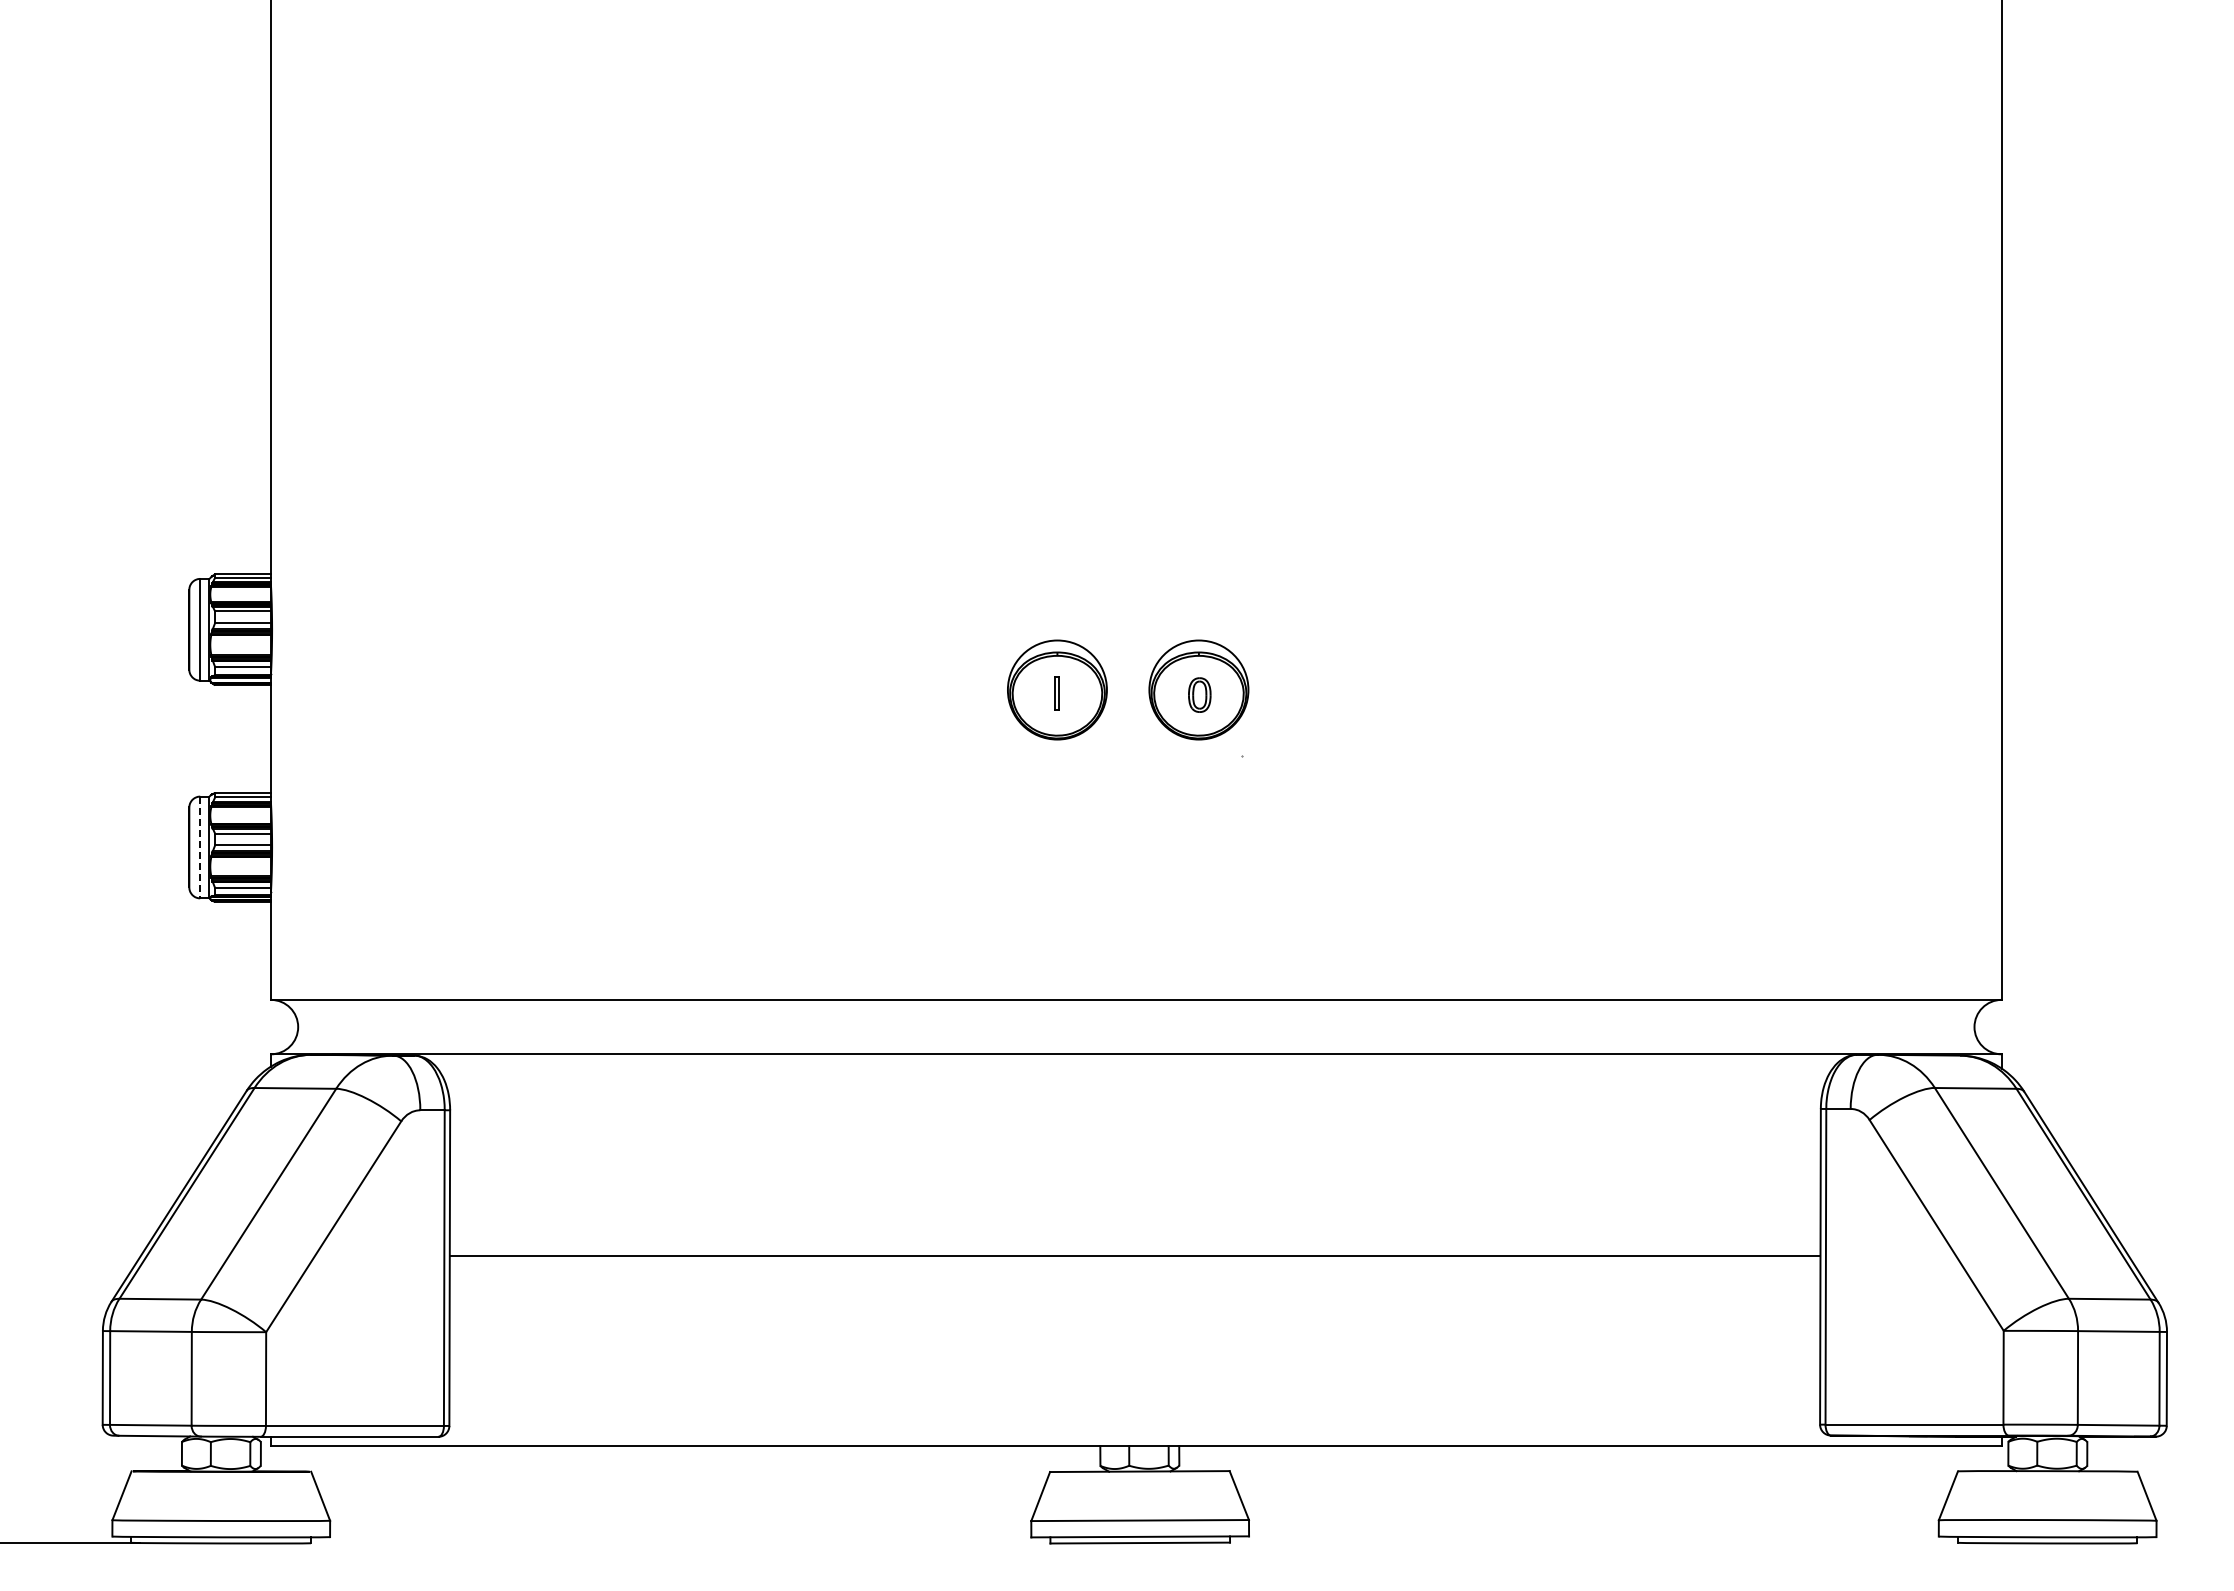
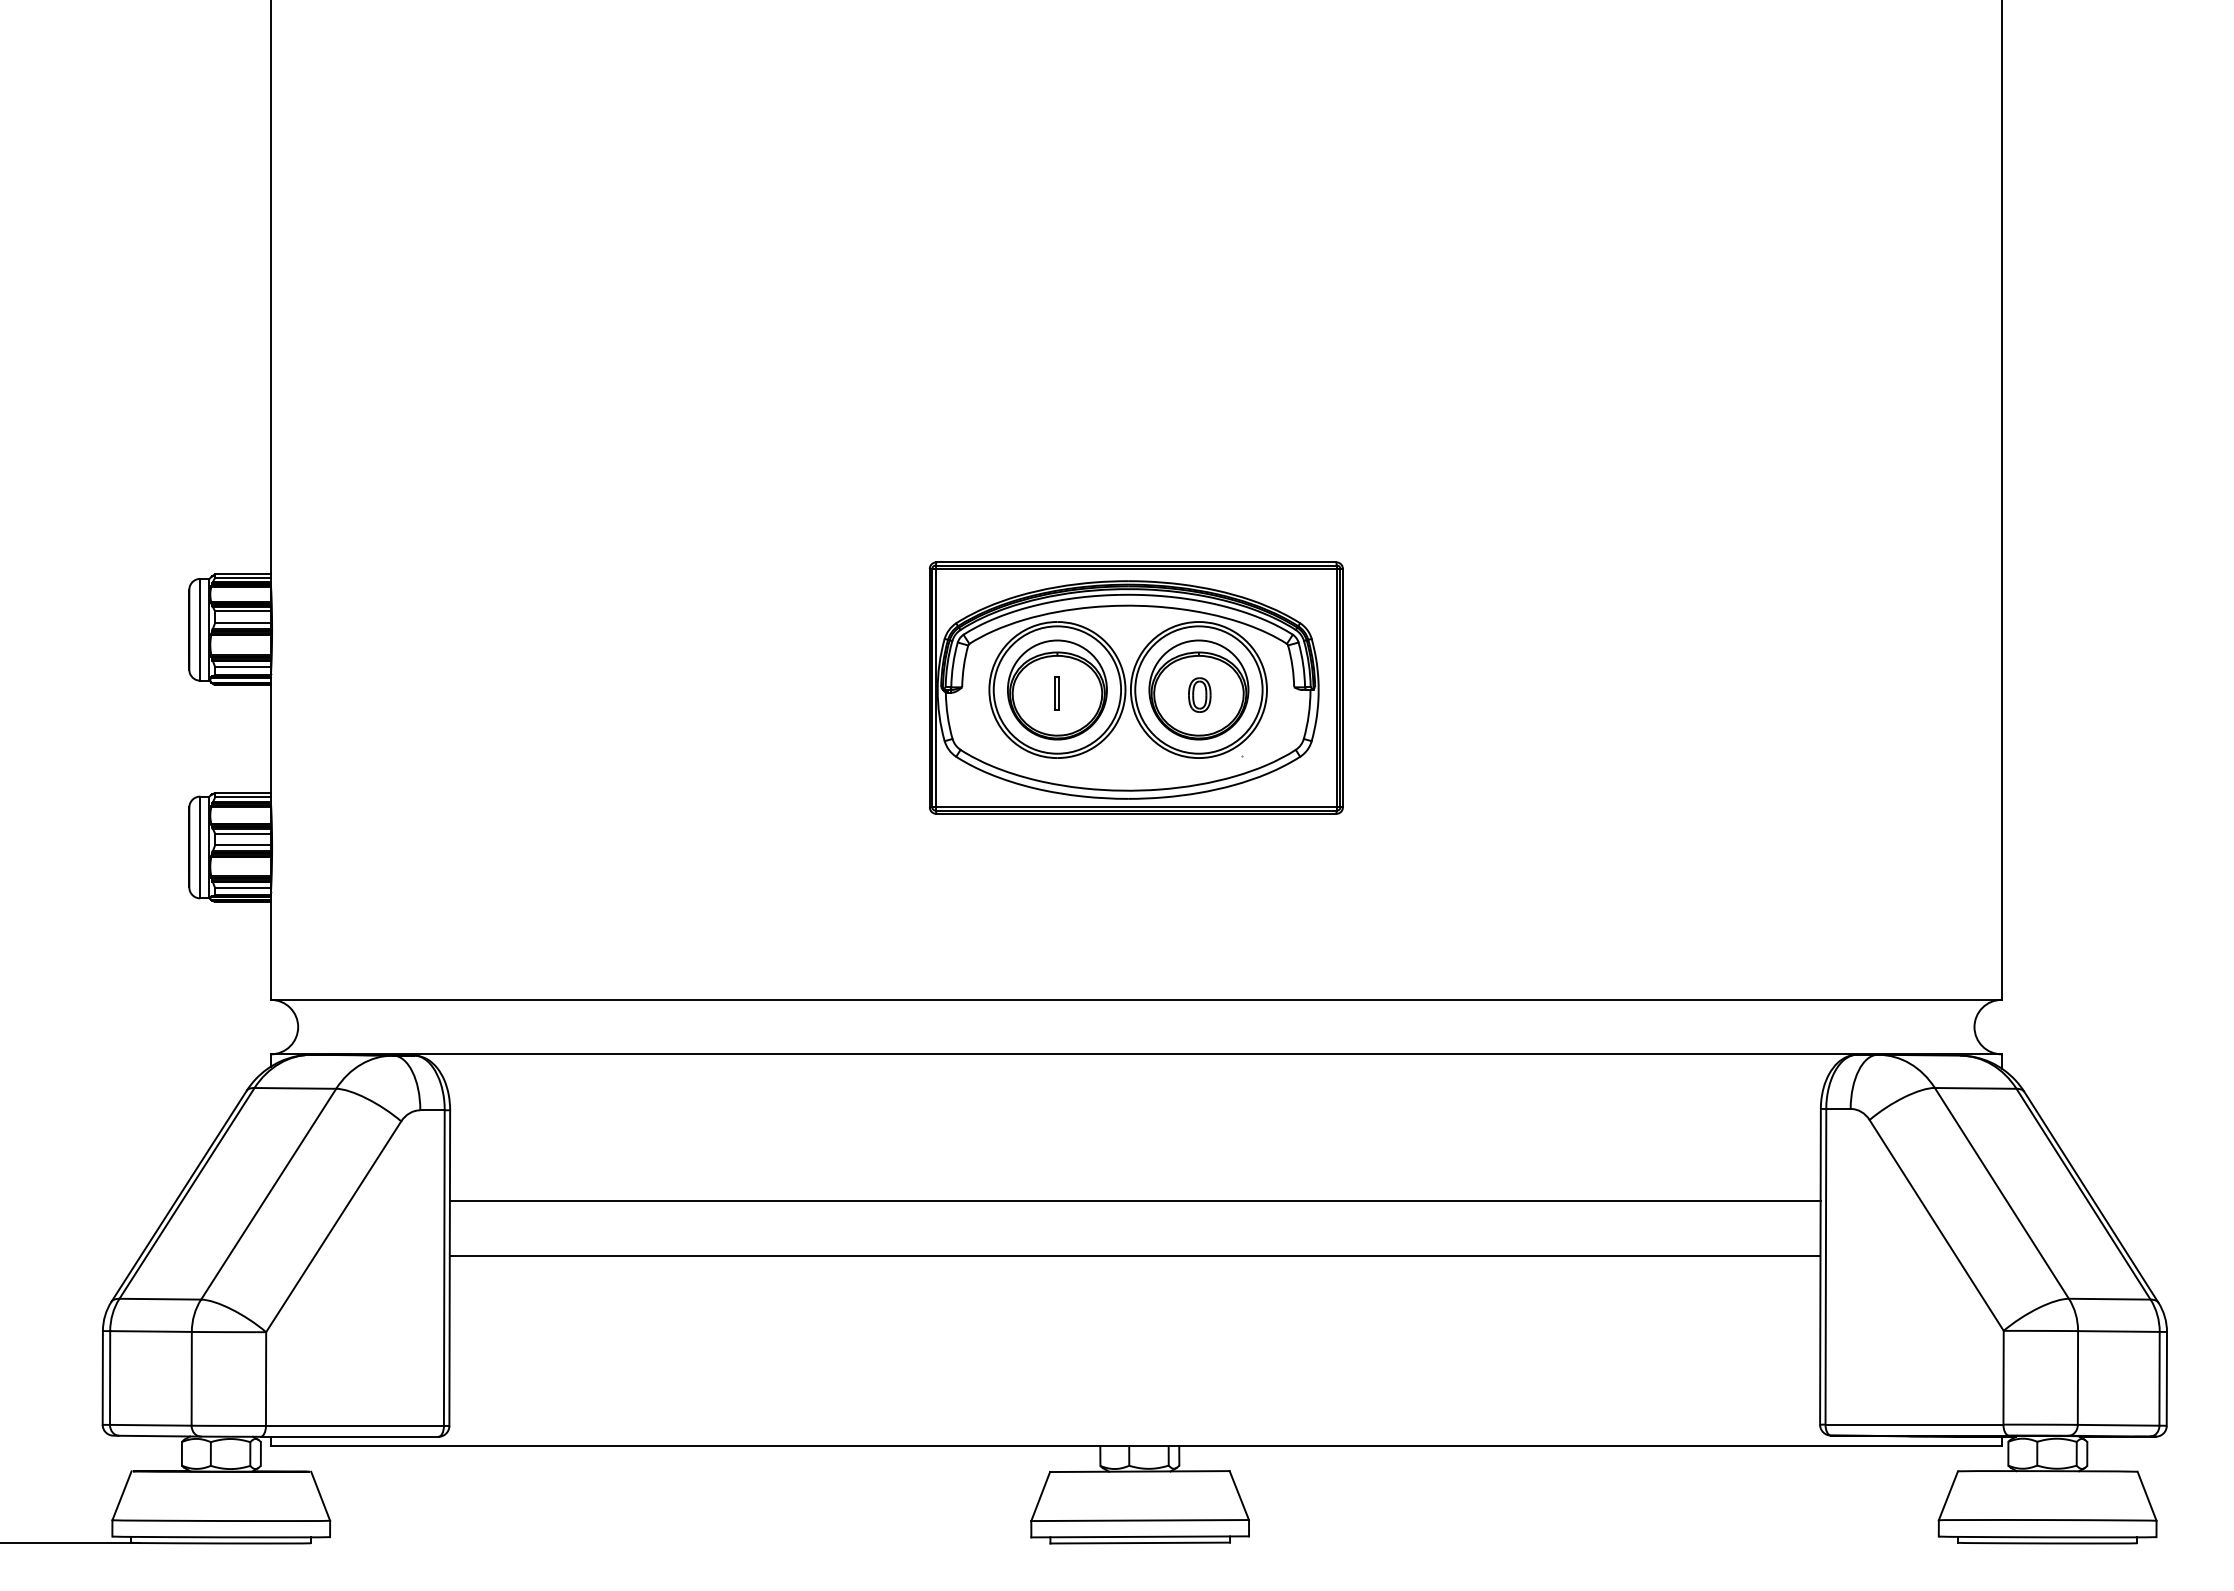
part at (1135, 687): none -> present
line at (200, 847): dashed -> solid
line at (1134, 1201): none -> present
